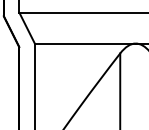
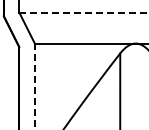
line at (84, 12): solid -> dashed
line at (34, 86): solid -> dashed
